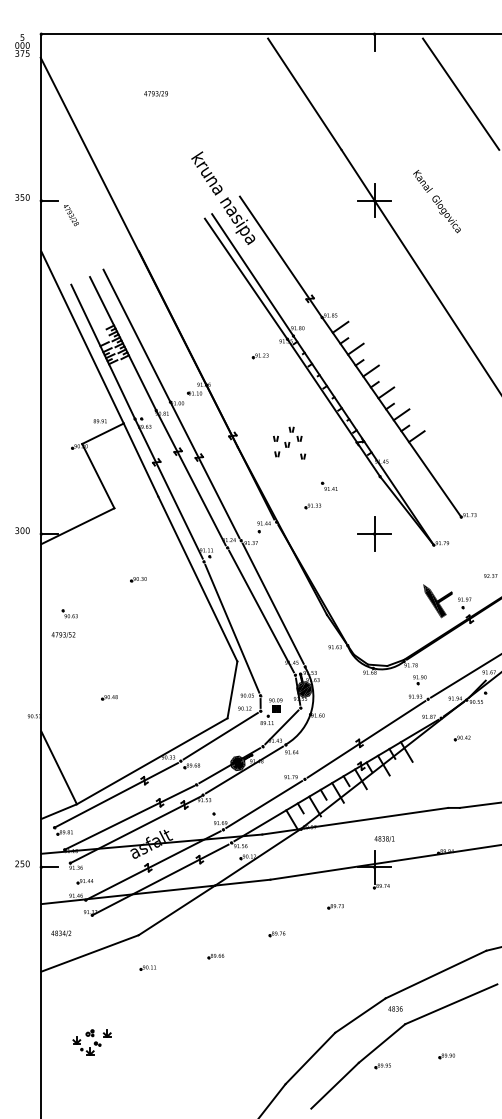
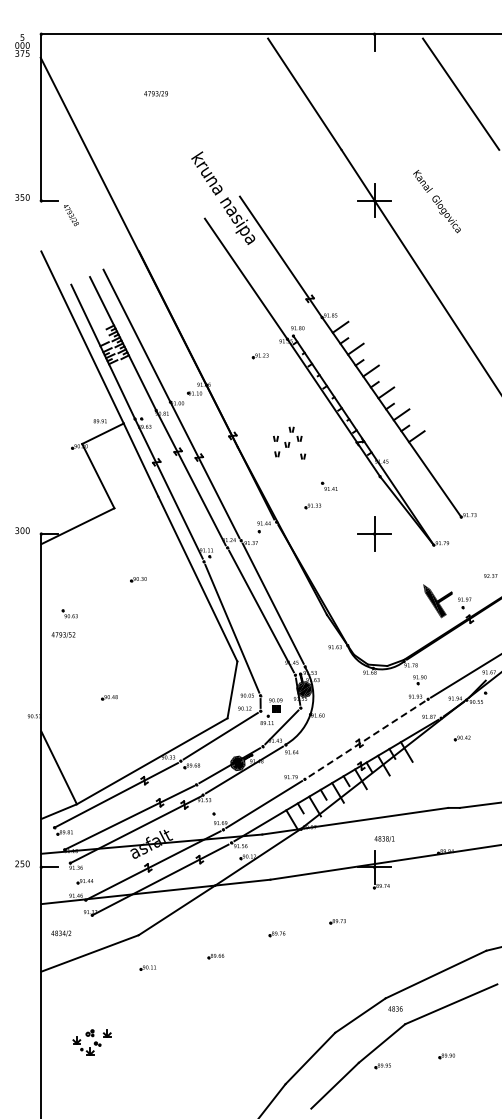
line at (252, 274): present -> none
line at (41, 367): present -> none
line at (366, 739): solid -> dashed
part at (335, 906) position: (335, 906) -> (337, 921)
